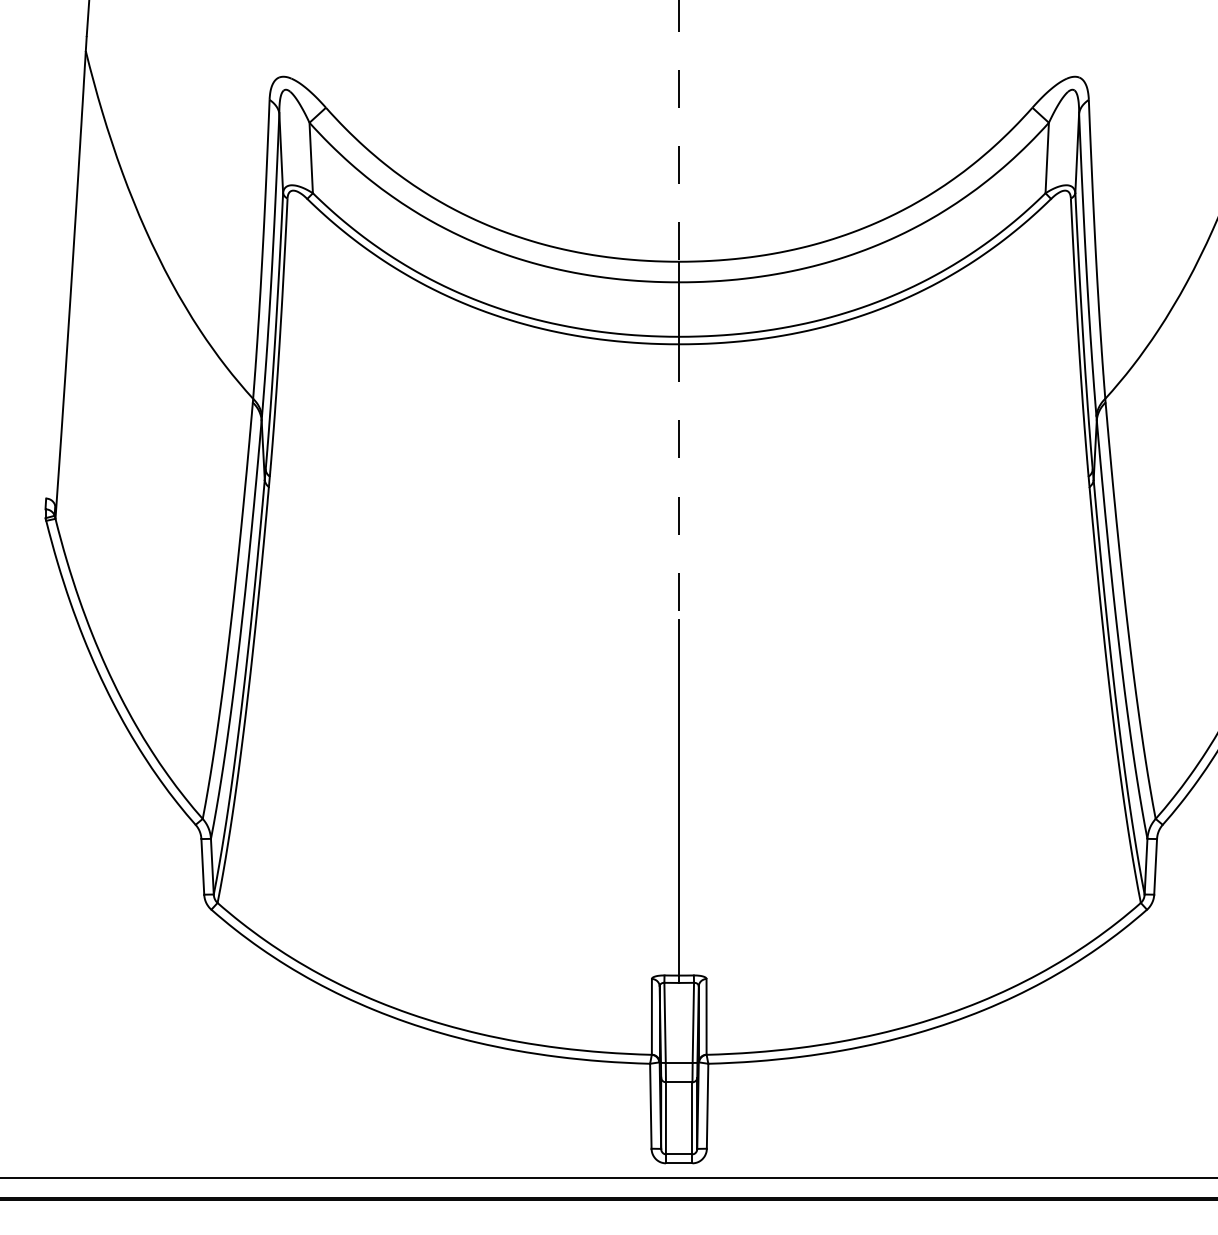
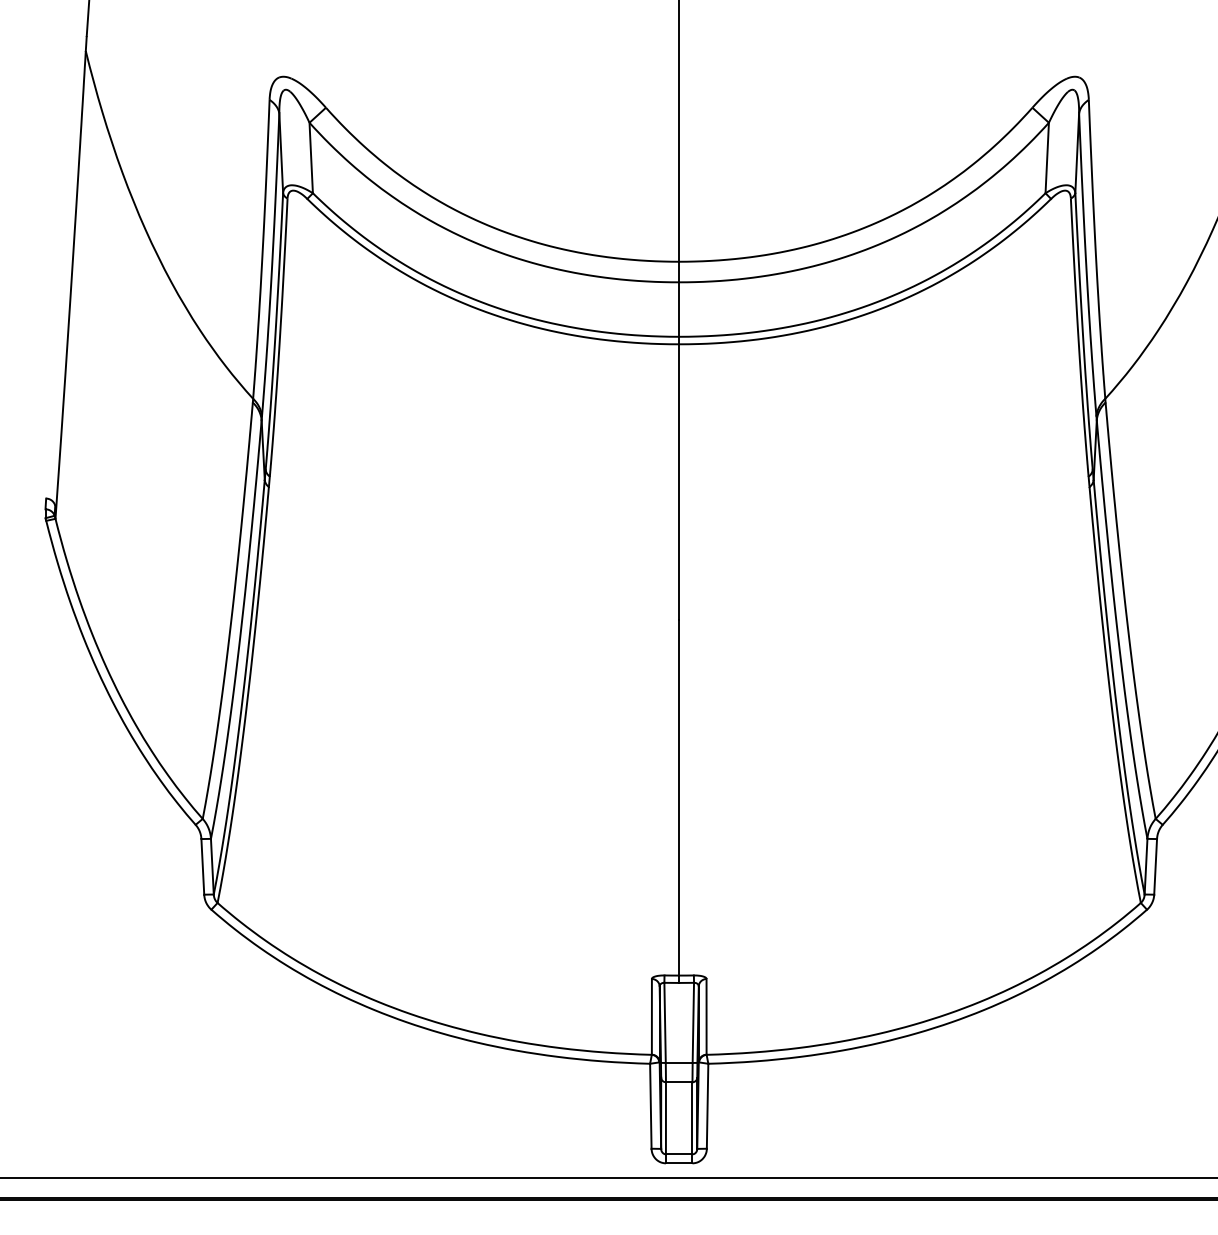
line at (679, 131): dashed -> solid
line at (679, 481): dashed -> solid
